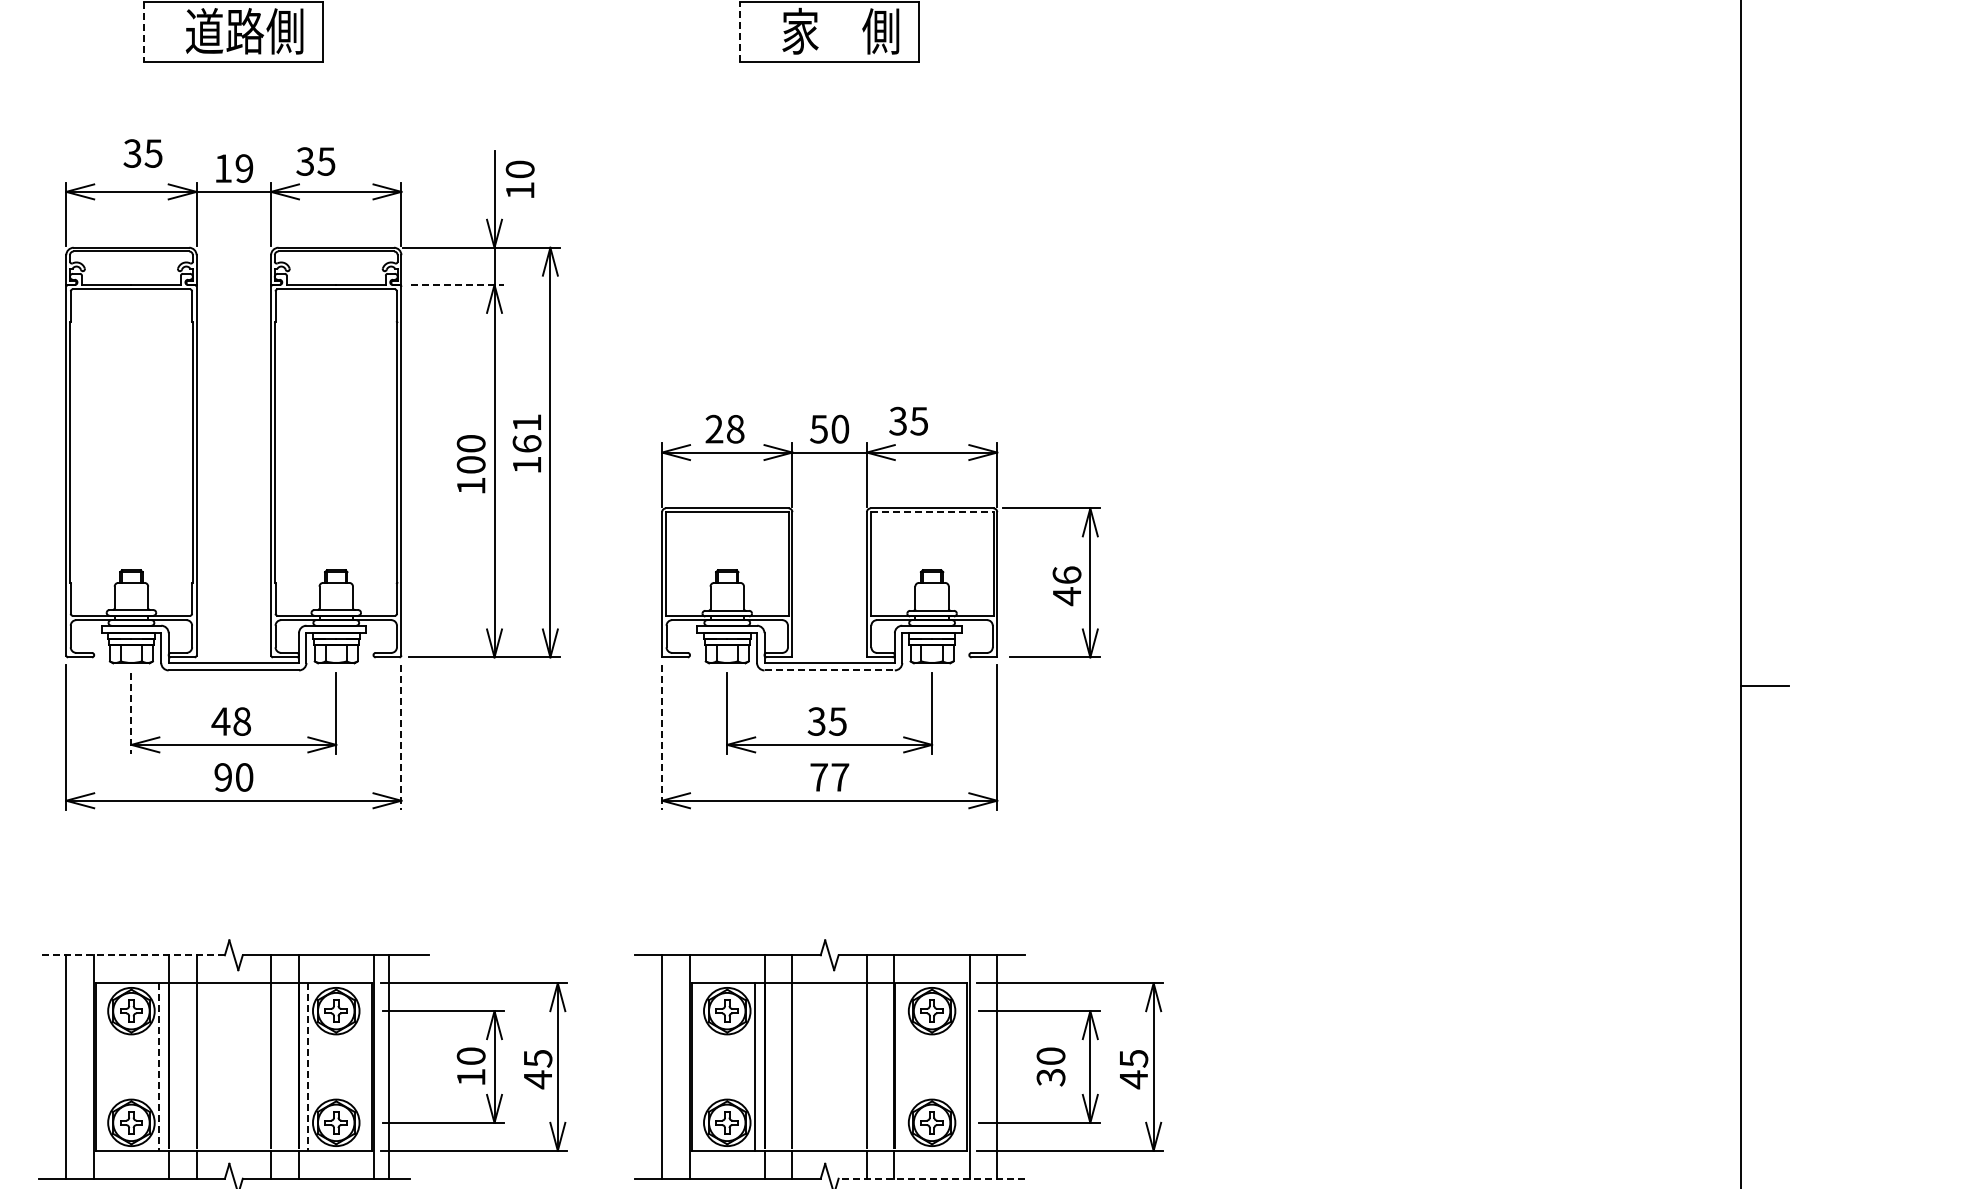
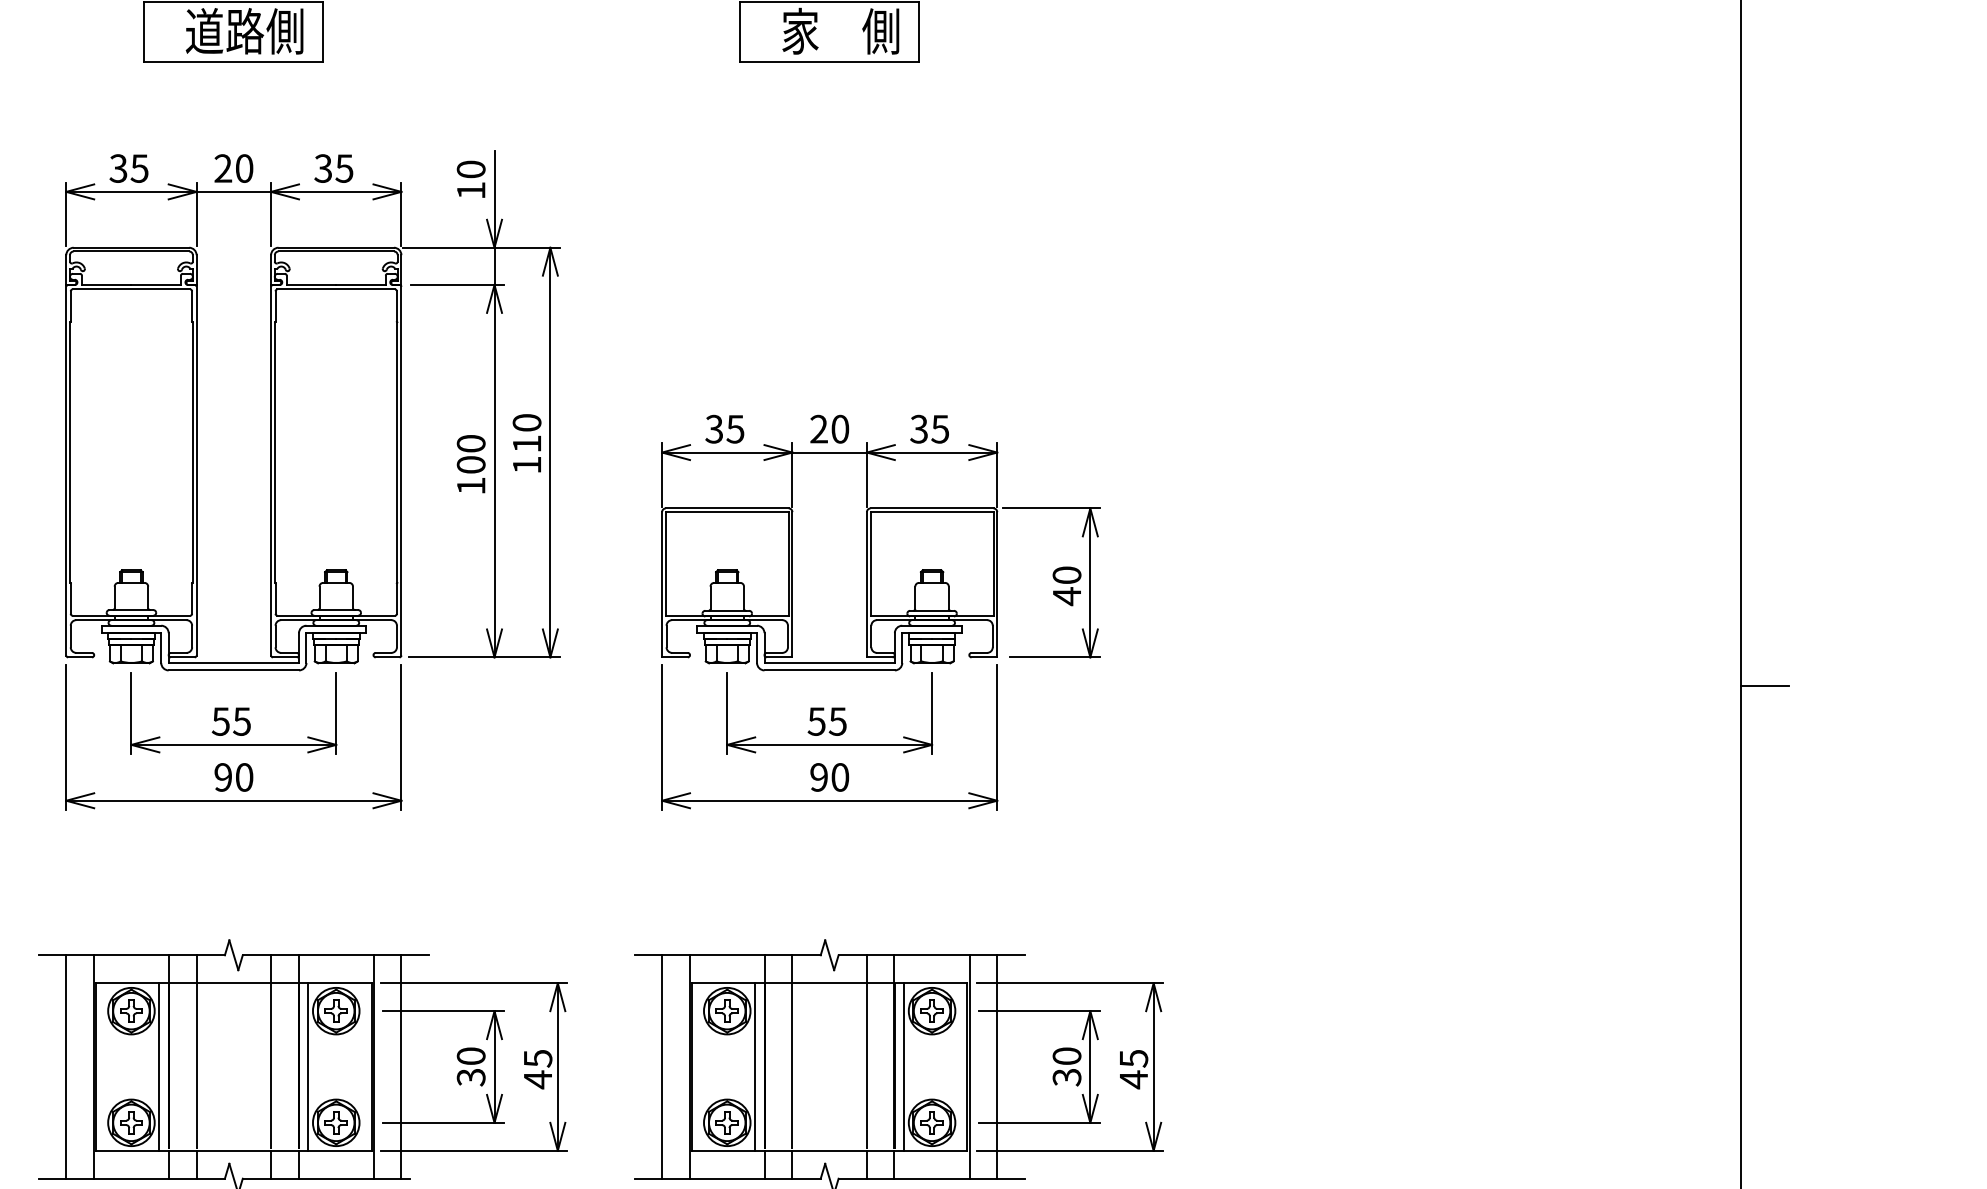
line at (144, 31): dashed -> solid
line at (740, 31): dashed -> solid
text at (142, 153) position: (142, 153) -> (128, 168)
text at (315, 161) position: (315, 161) -> (333, 168)
text at (233, 168): 19 -> 20
text at (519, 178) position: (519, 178) -> (470, 178)
line at (457, 285): dashed -> solid
text at (908, 420) position: (908, 420) -> (929, 428)
text at (818, 428): 50 -> 20
text at (724, 429): 28 -> 35
text at (526, 433): 161 -> 110
line at (932, 512): dashed -> solid
text at (1066, 574): 46 -> 40
line at (830, 670): dashed -> solid
line at (131, 713): dashed -> solid
text at (231, 721): 48 -> 55
text at (816, 721): 35 -> 55
line at (401, 737): dashed -> solid
line at (662, 737): dashed -> solid
text at (829, 777): 77 -> 90
line at (131, 955): dashed -> solid
line at (389, 1066) position: (389, 1066) -> (401, 1066)
line at (904, 1066): none -> present
text at (1050, 1066) position: (1050, 1066) -> (1066, 1066)
line at (159, 1067): dashed -> solid
line at (308, 1067): dashed -> solid
text at (470, 1077): 10 -> 30
line at (931, 1178): dashed -> solid
